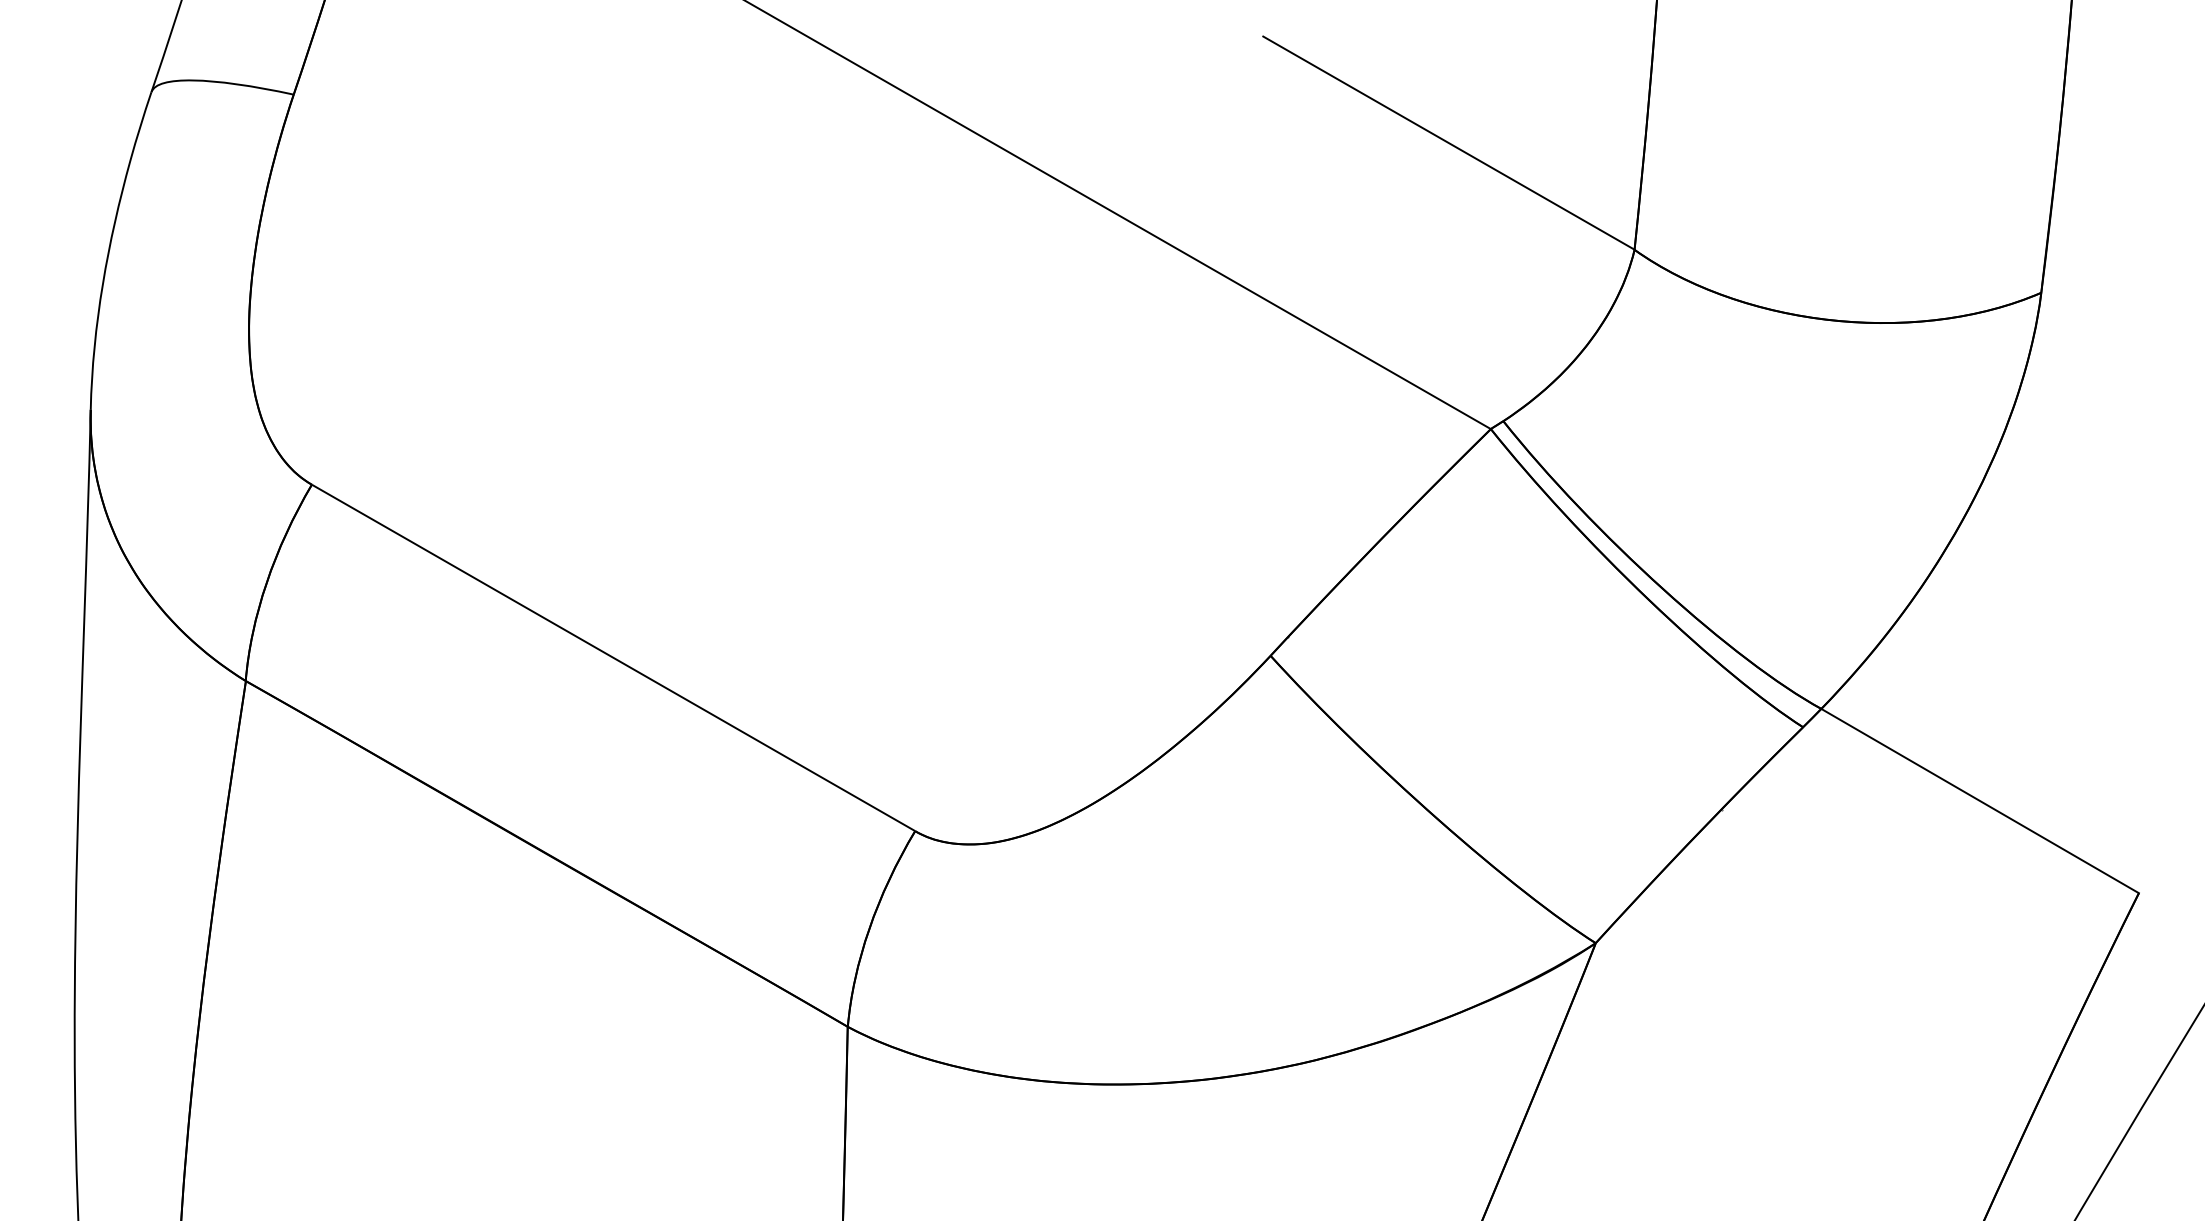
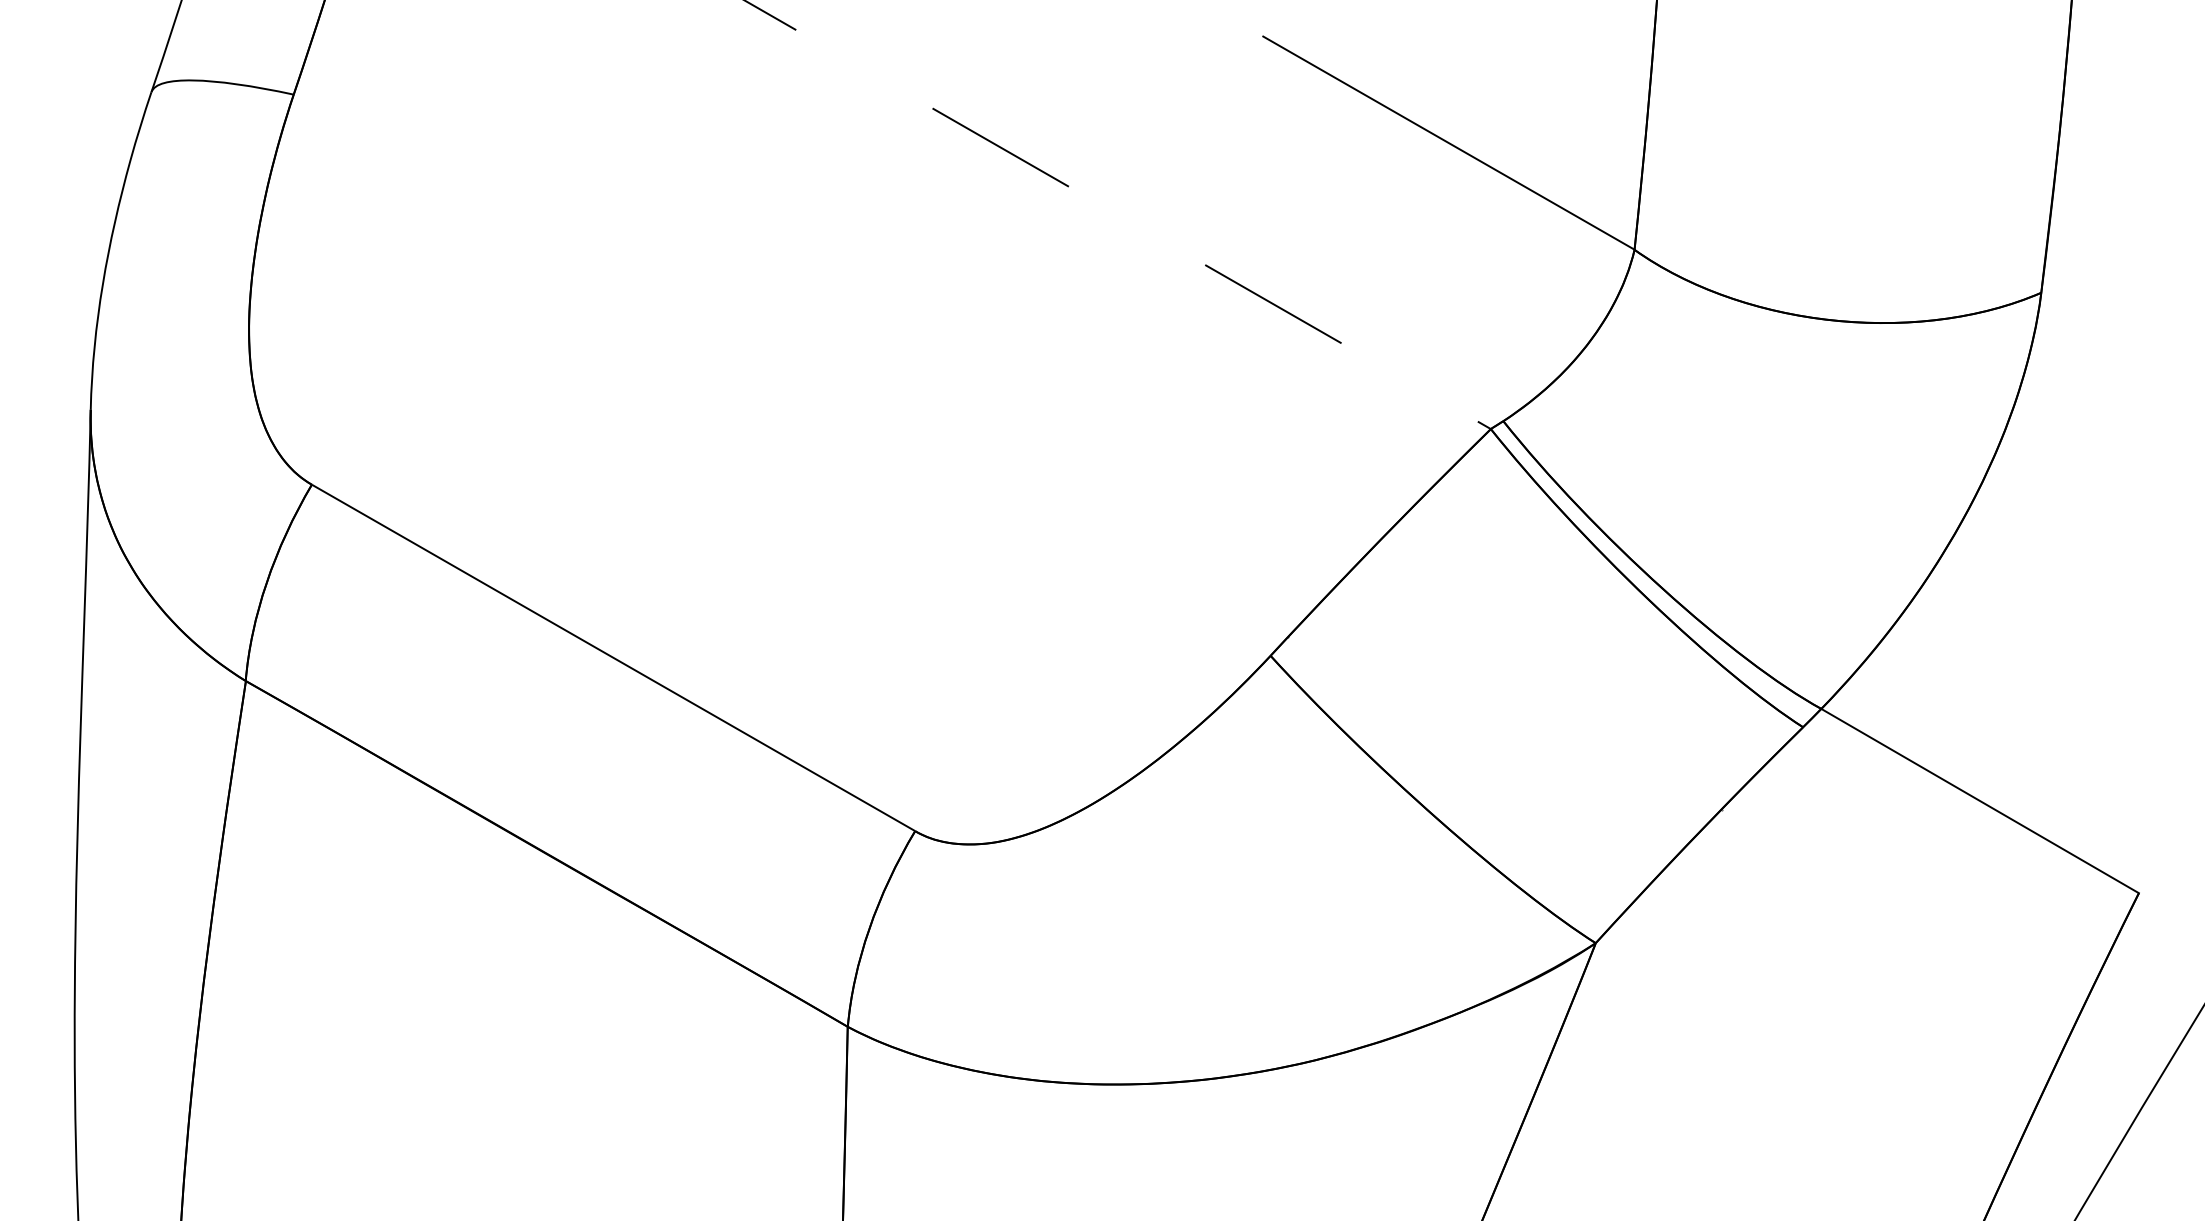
line at (1118, 214): solid -> dashed
